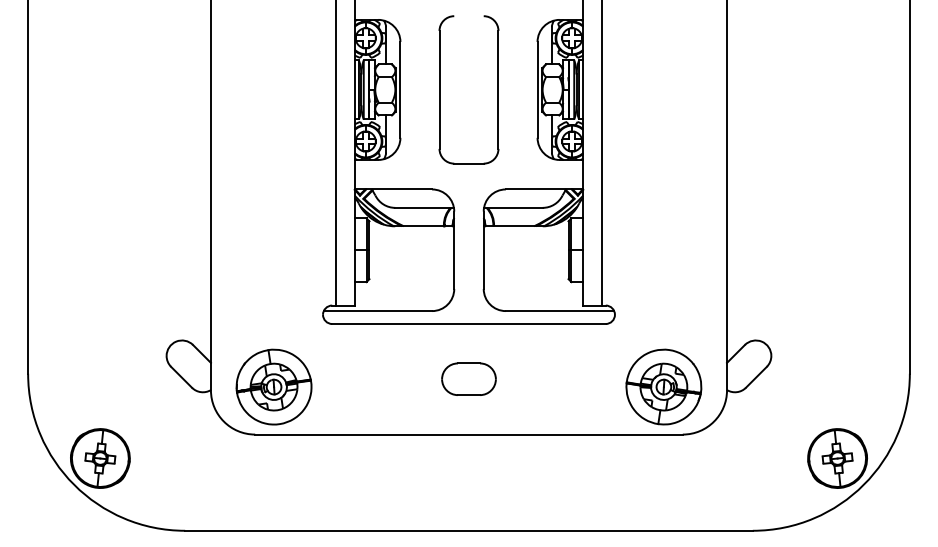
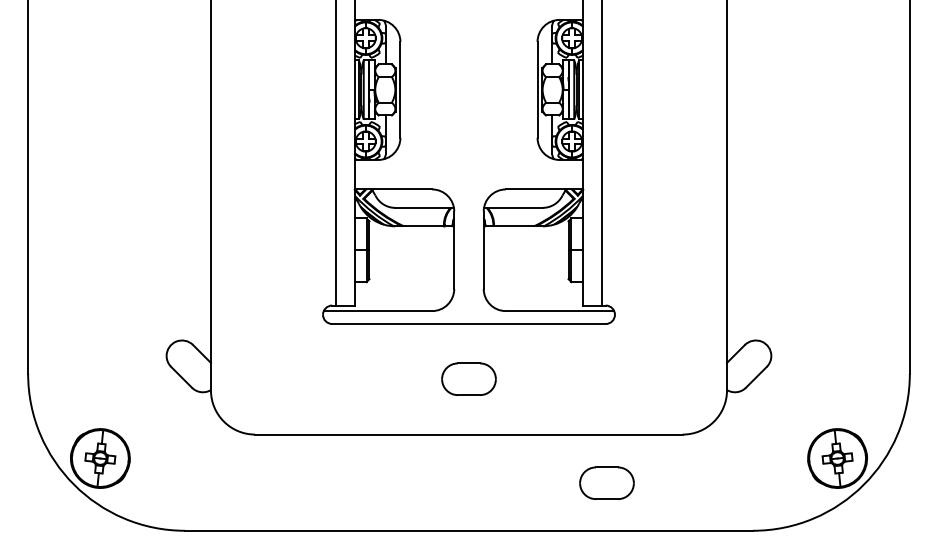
part at (440, 89): present -> none
part at (273, 386): present -> none
part at (663, 386): present -> none
part at (606, 482): none -> present
